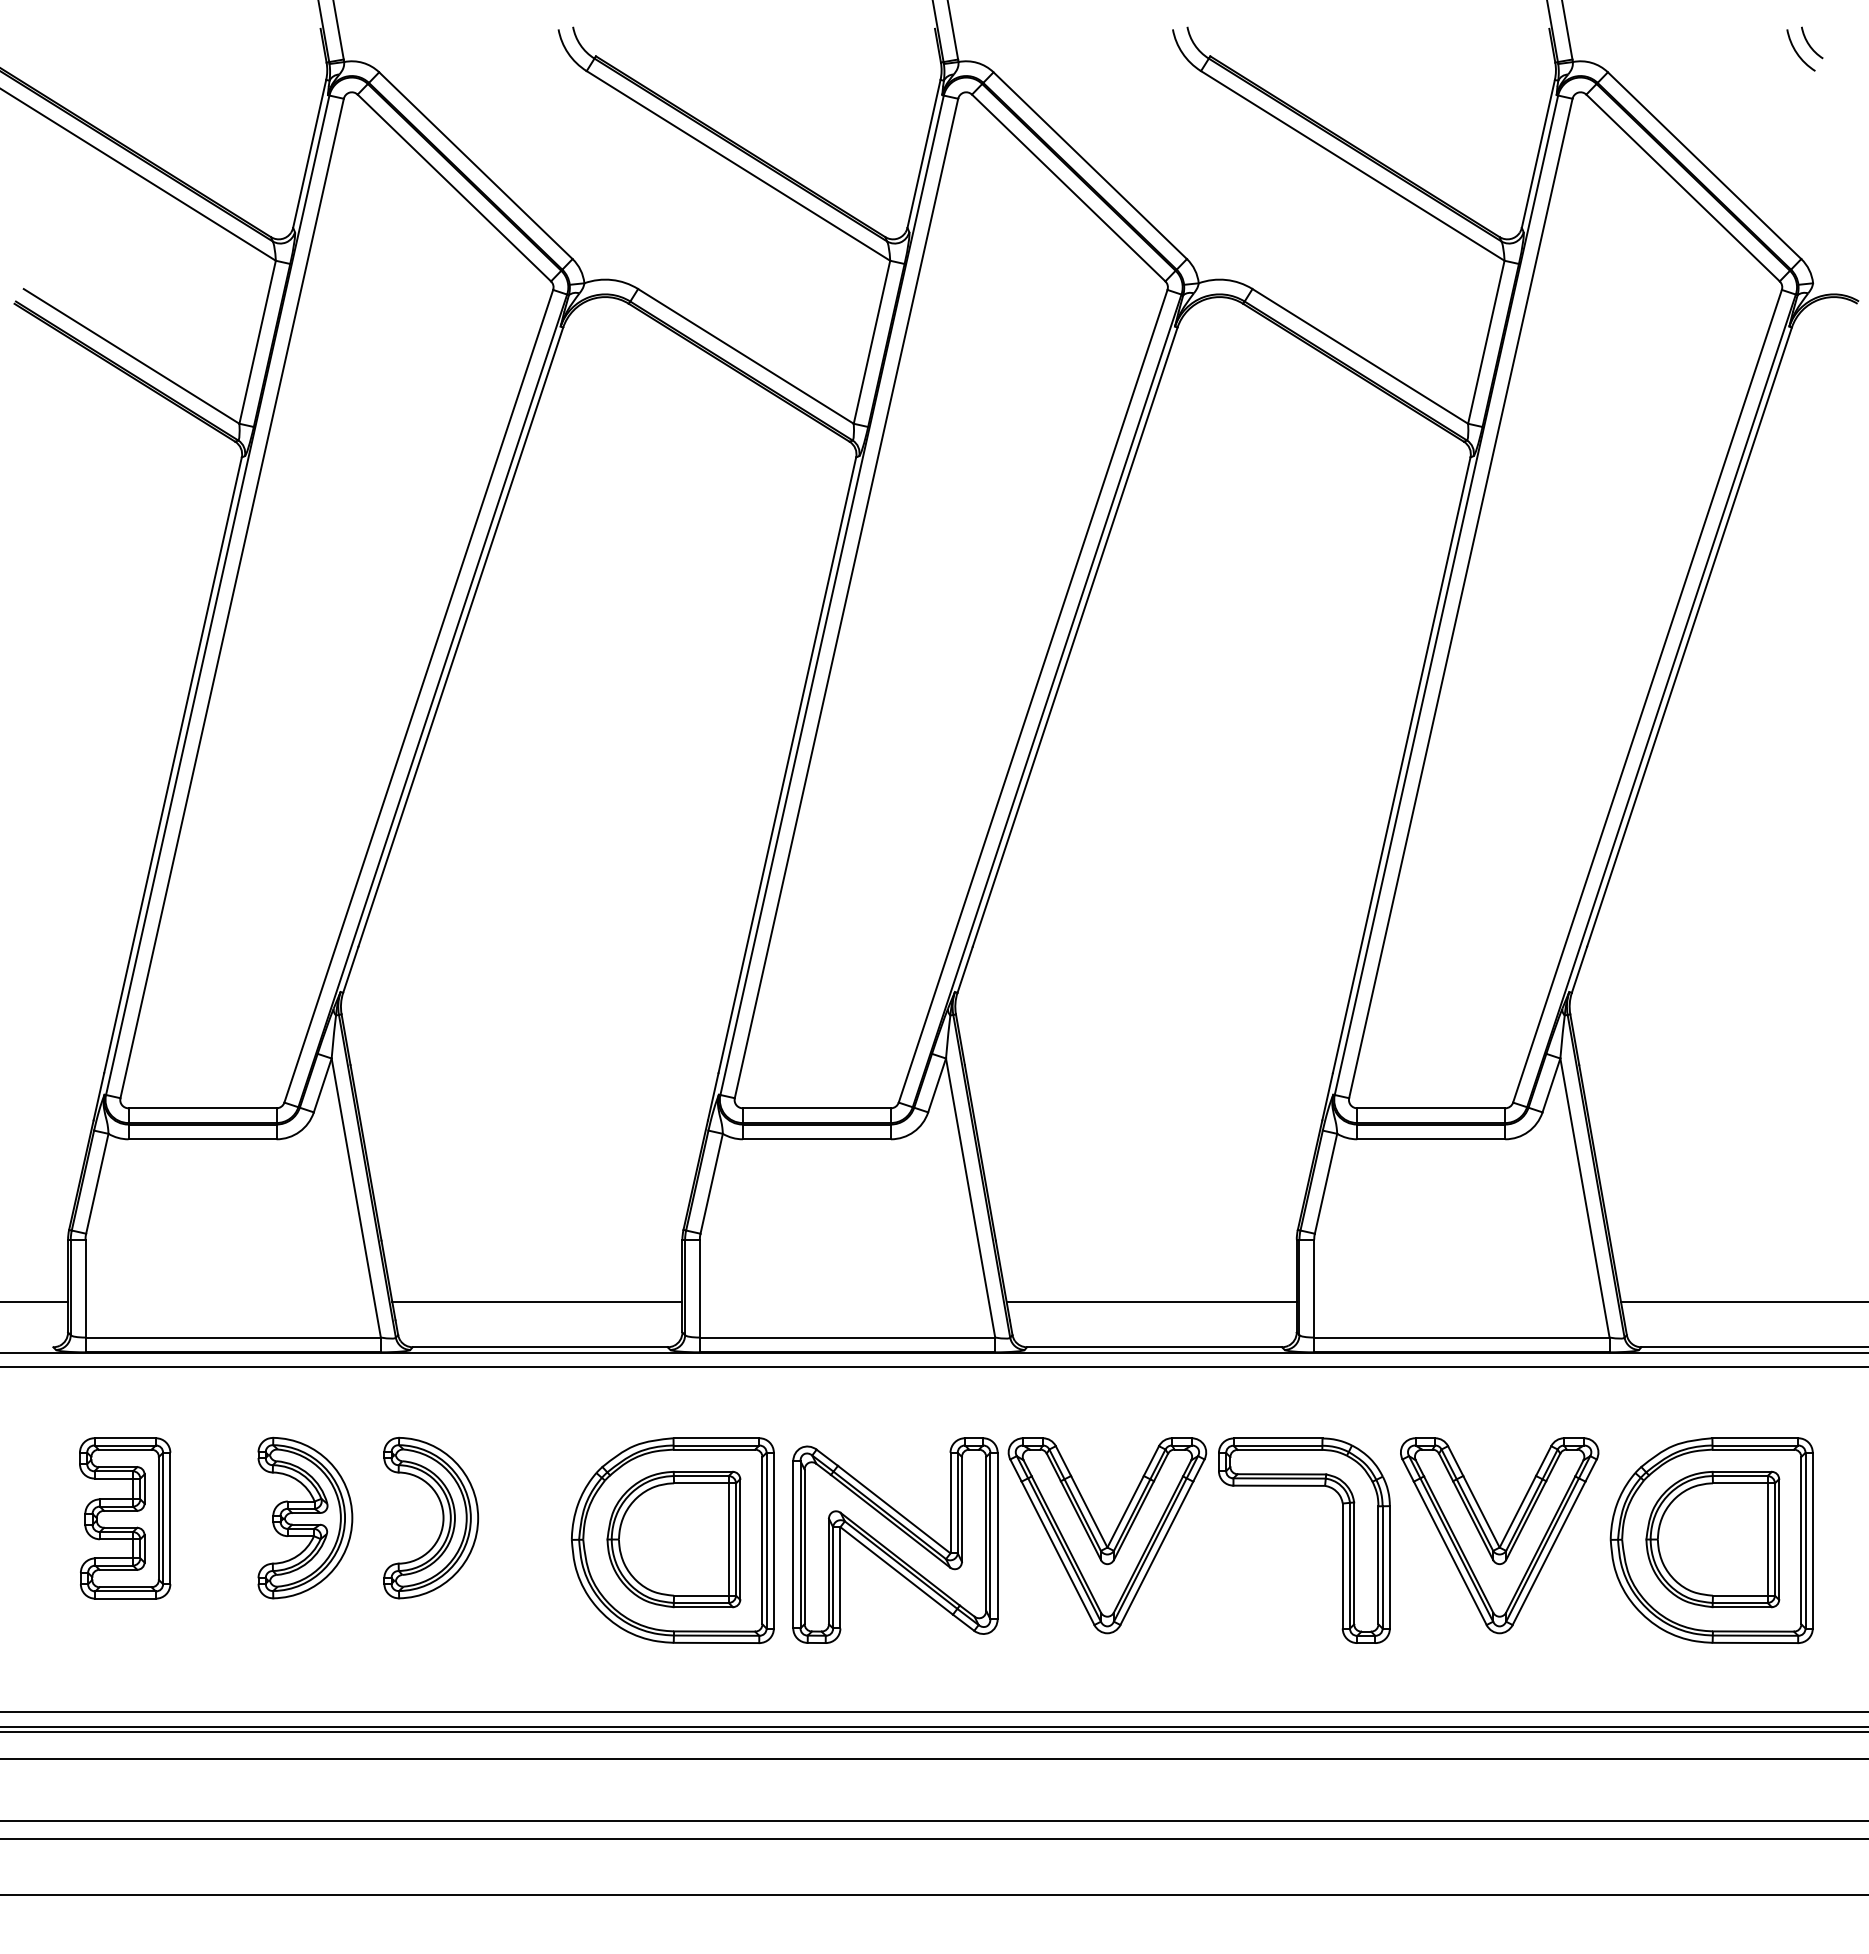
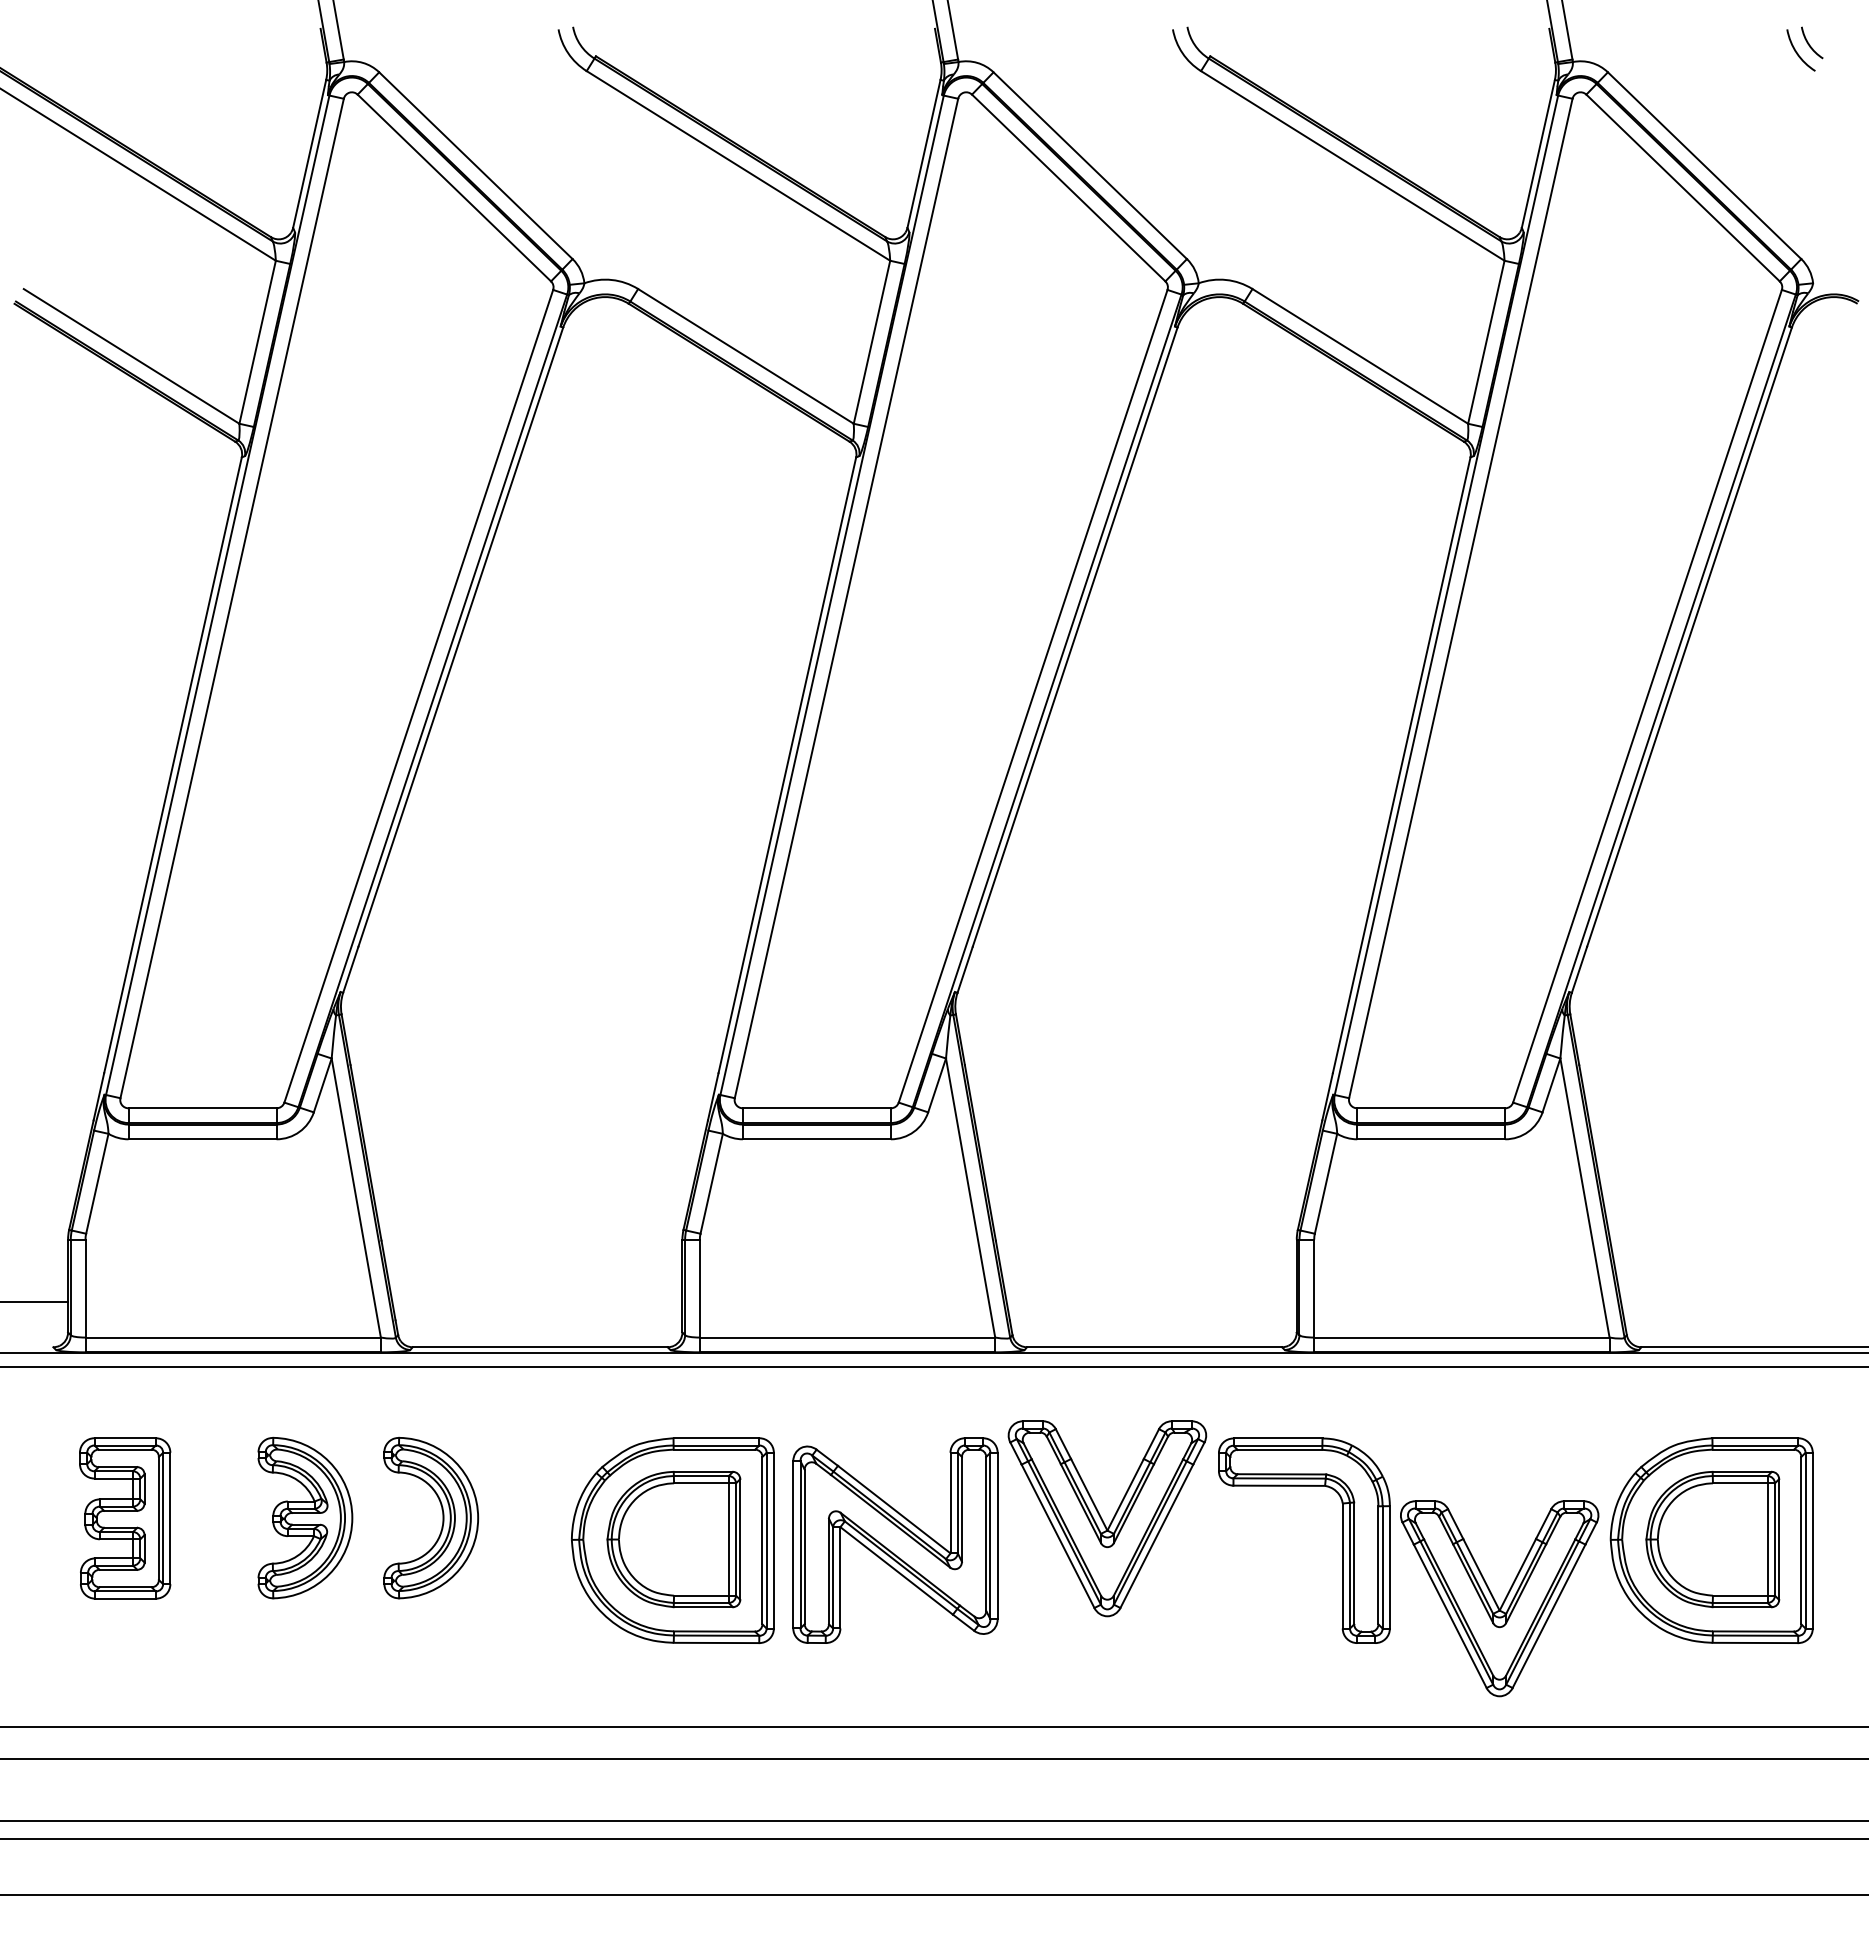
line at (537, 1301): present -> none
line at (1151, 1301): present -> none
line at (1742, 1301): present -> none
part at (1107, 1535) position: (1107, 1535) -> (1107, 1518)
part at (1499, 1535) position: (1499, 1535) -> (1499, 1598)
line at (933, 1712): present -> none
line at (933, 1732): present -> none
